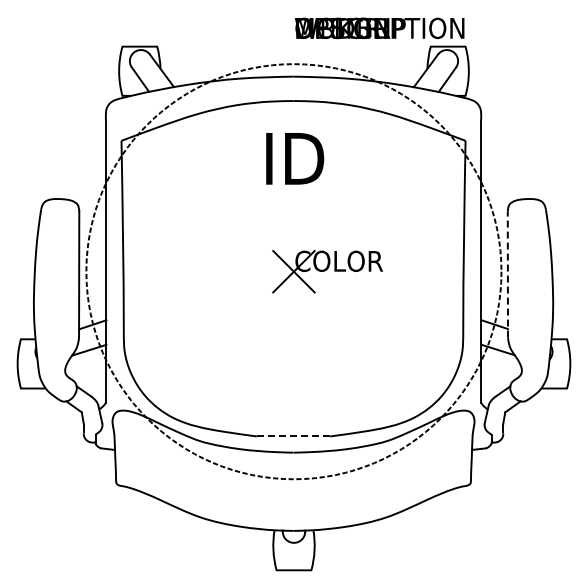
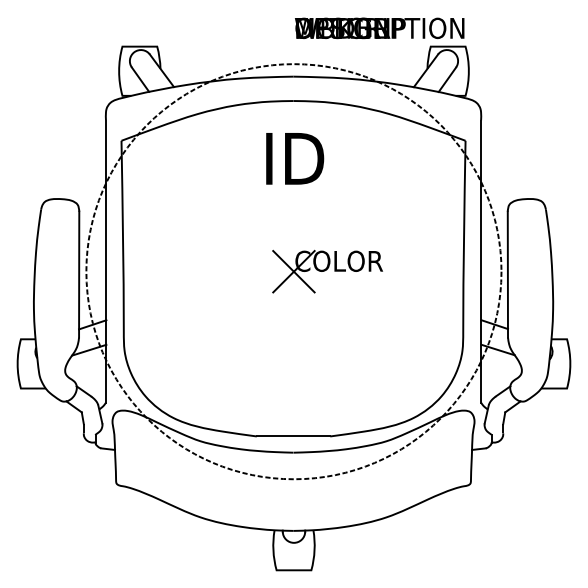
line at (507, 274): dashed -> solid
line at (293, 436): dashed -> solid
